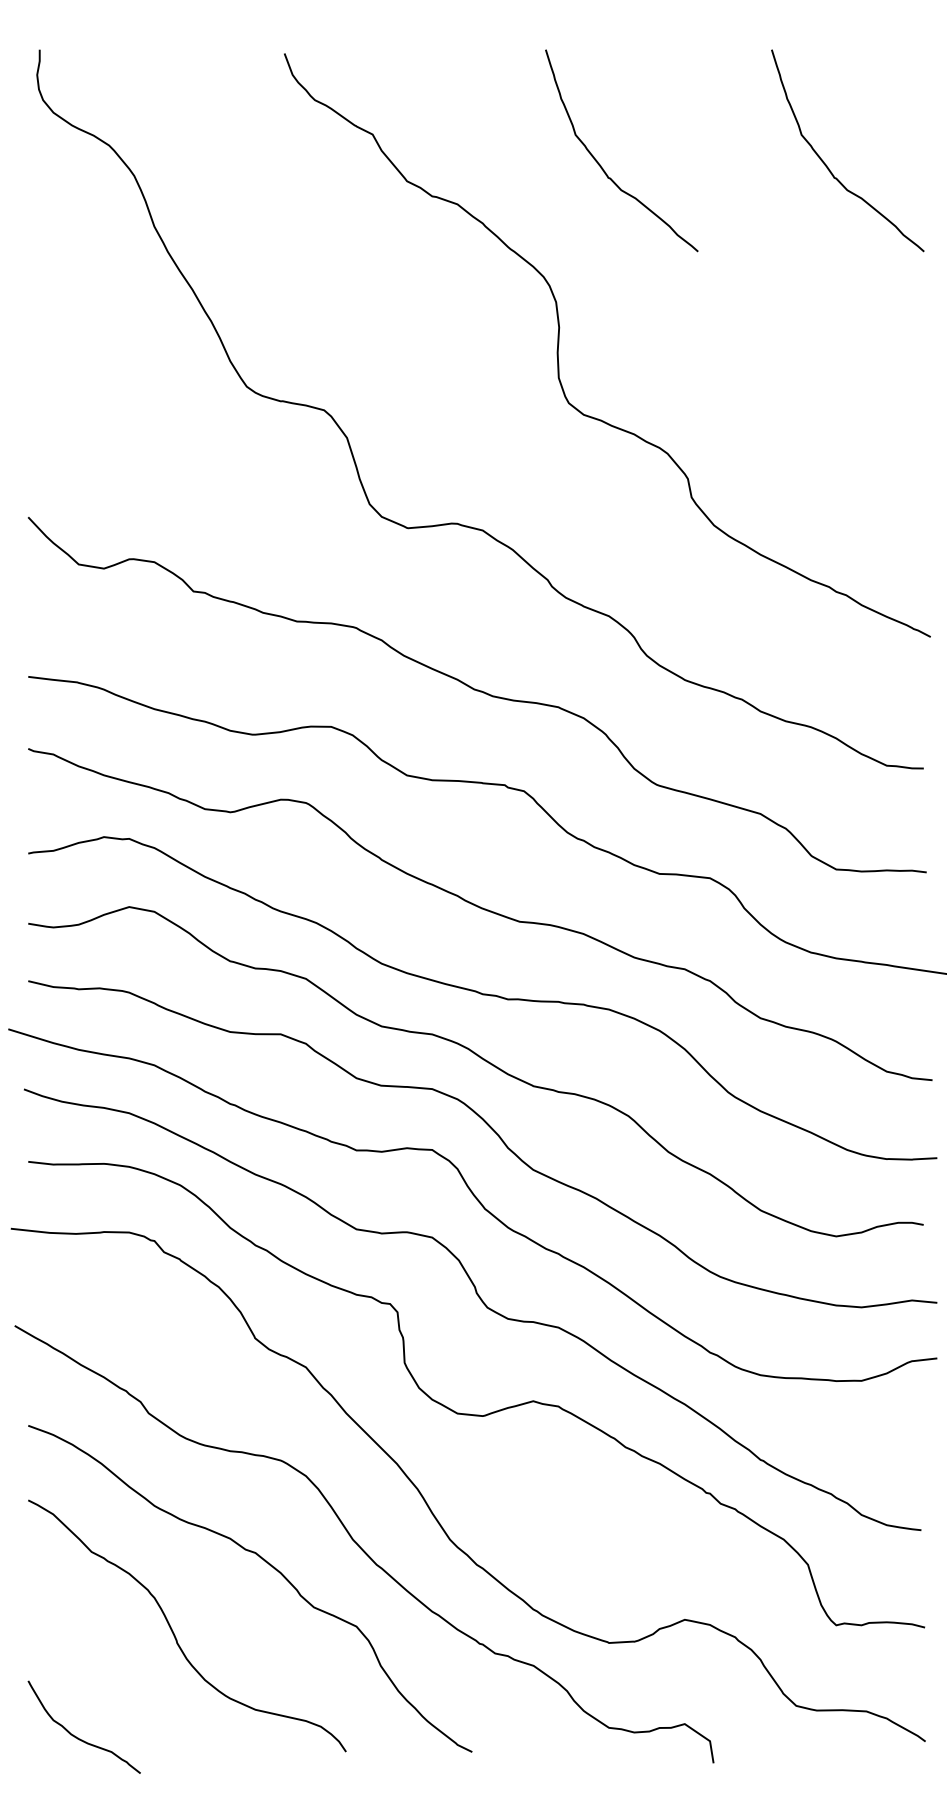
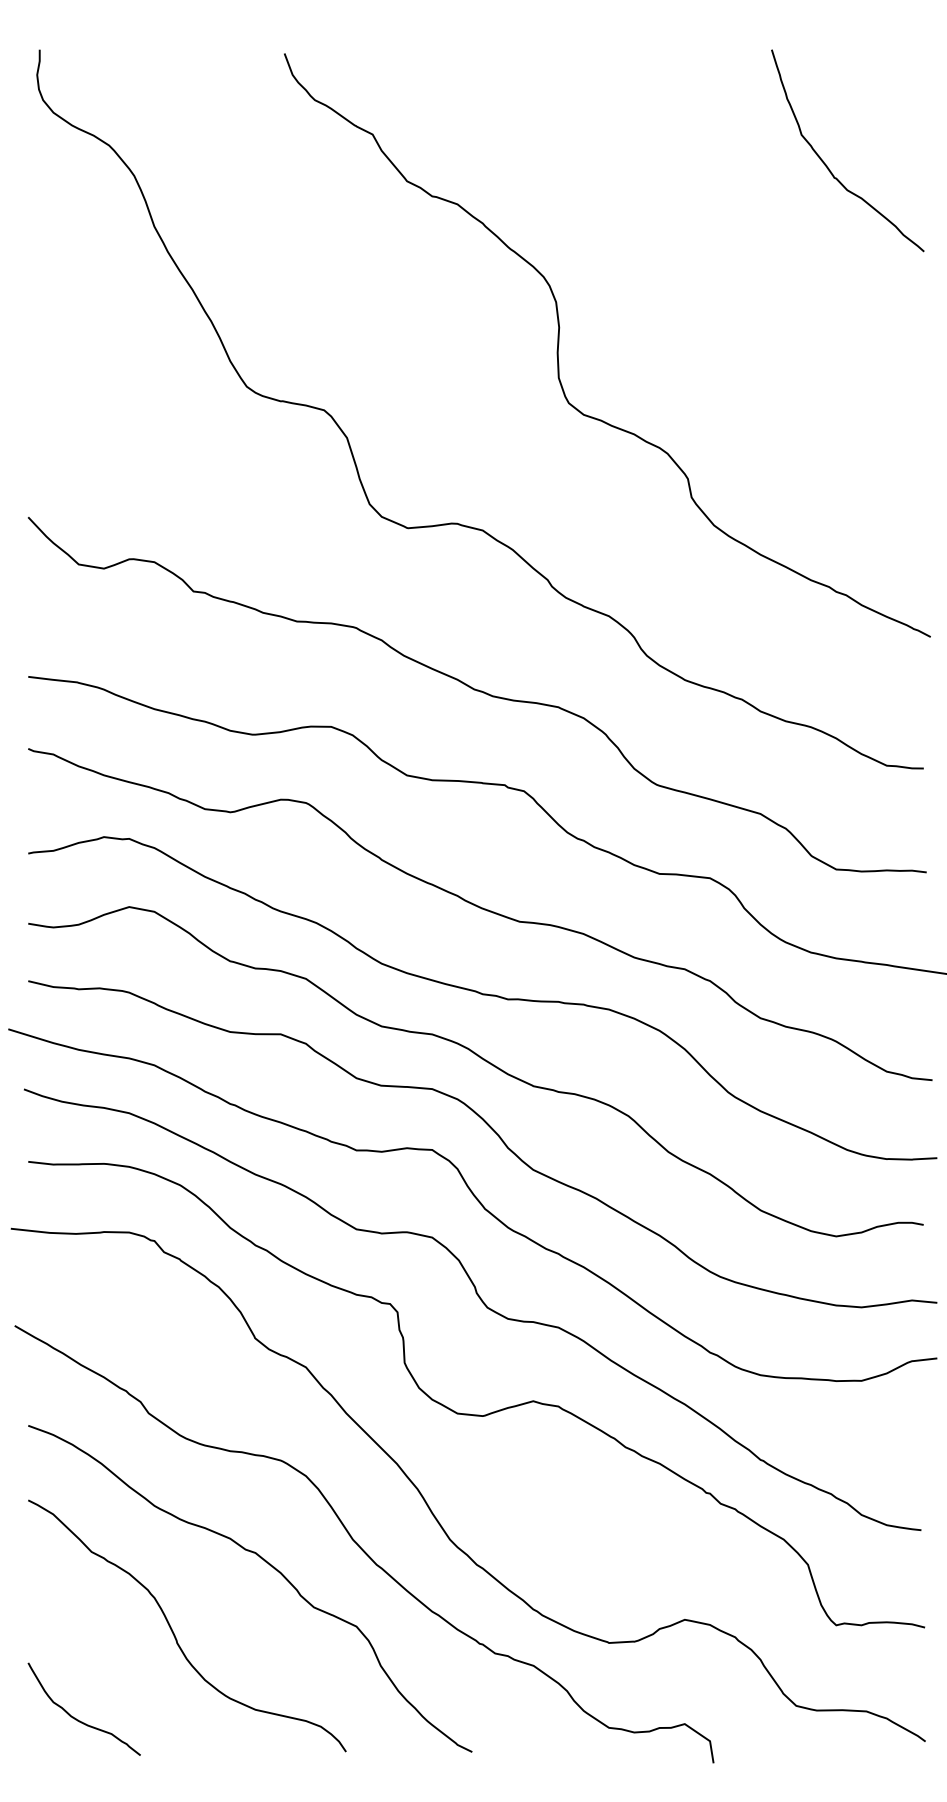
curve at (601, 165): present -> none
curve at (75, 1735) position: (75, 1735) -> (75, 1717)
